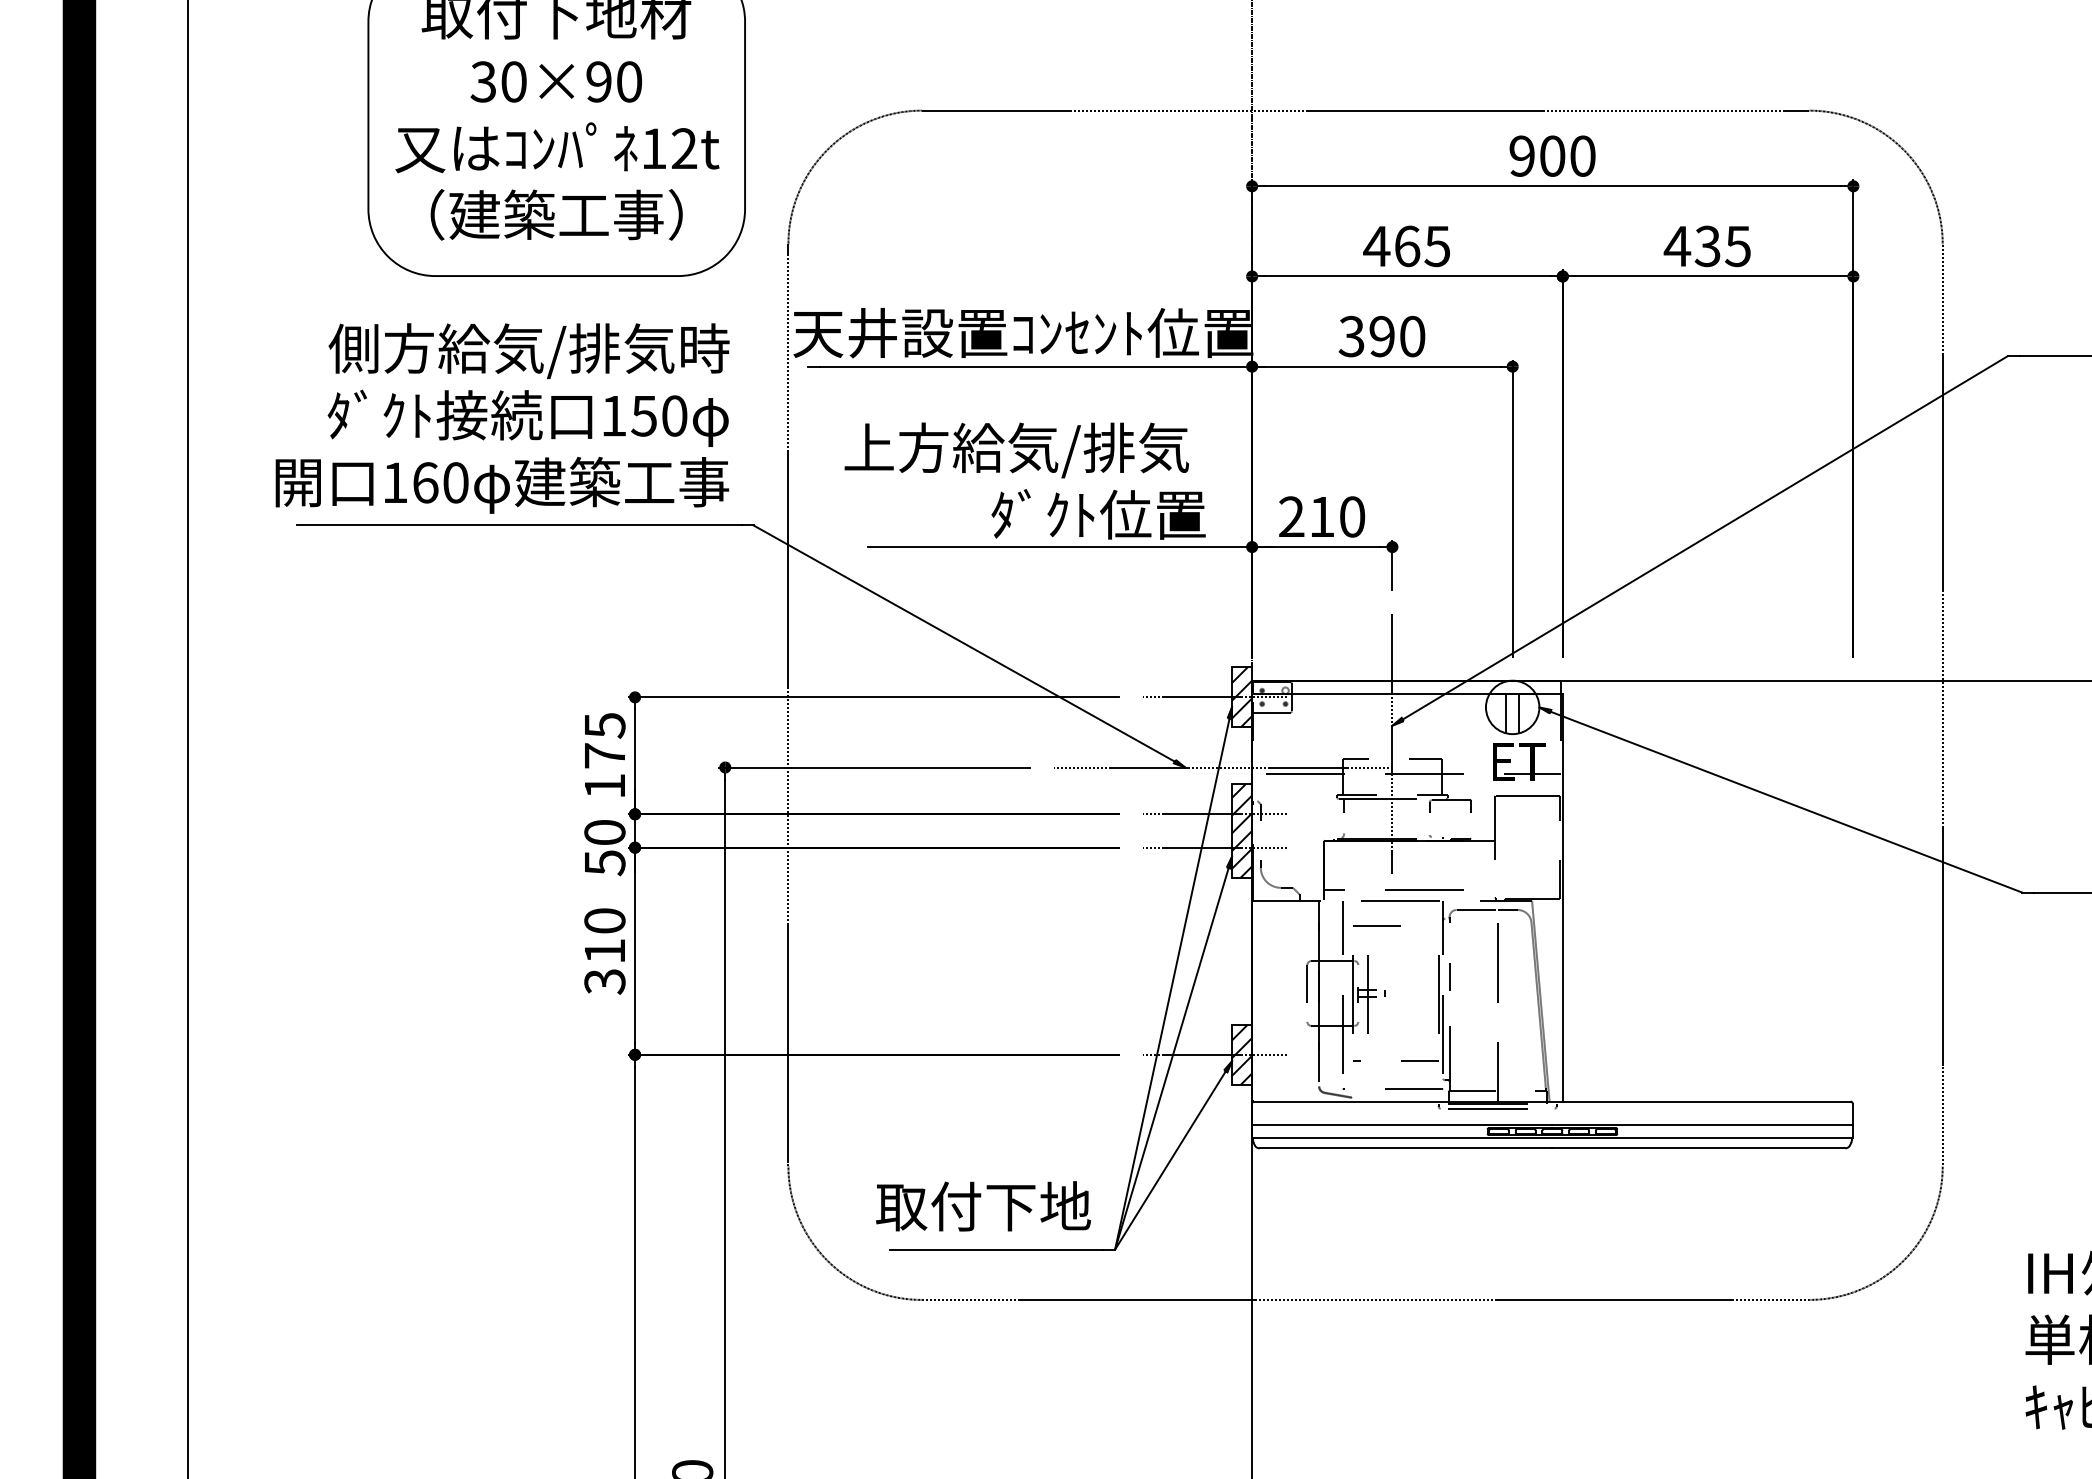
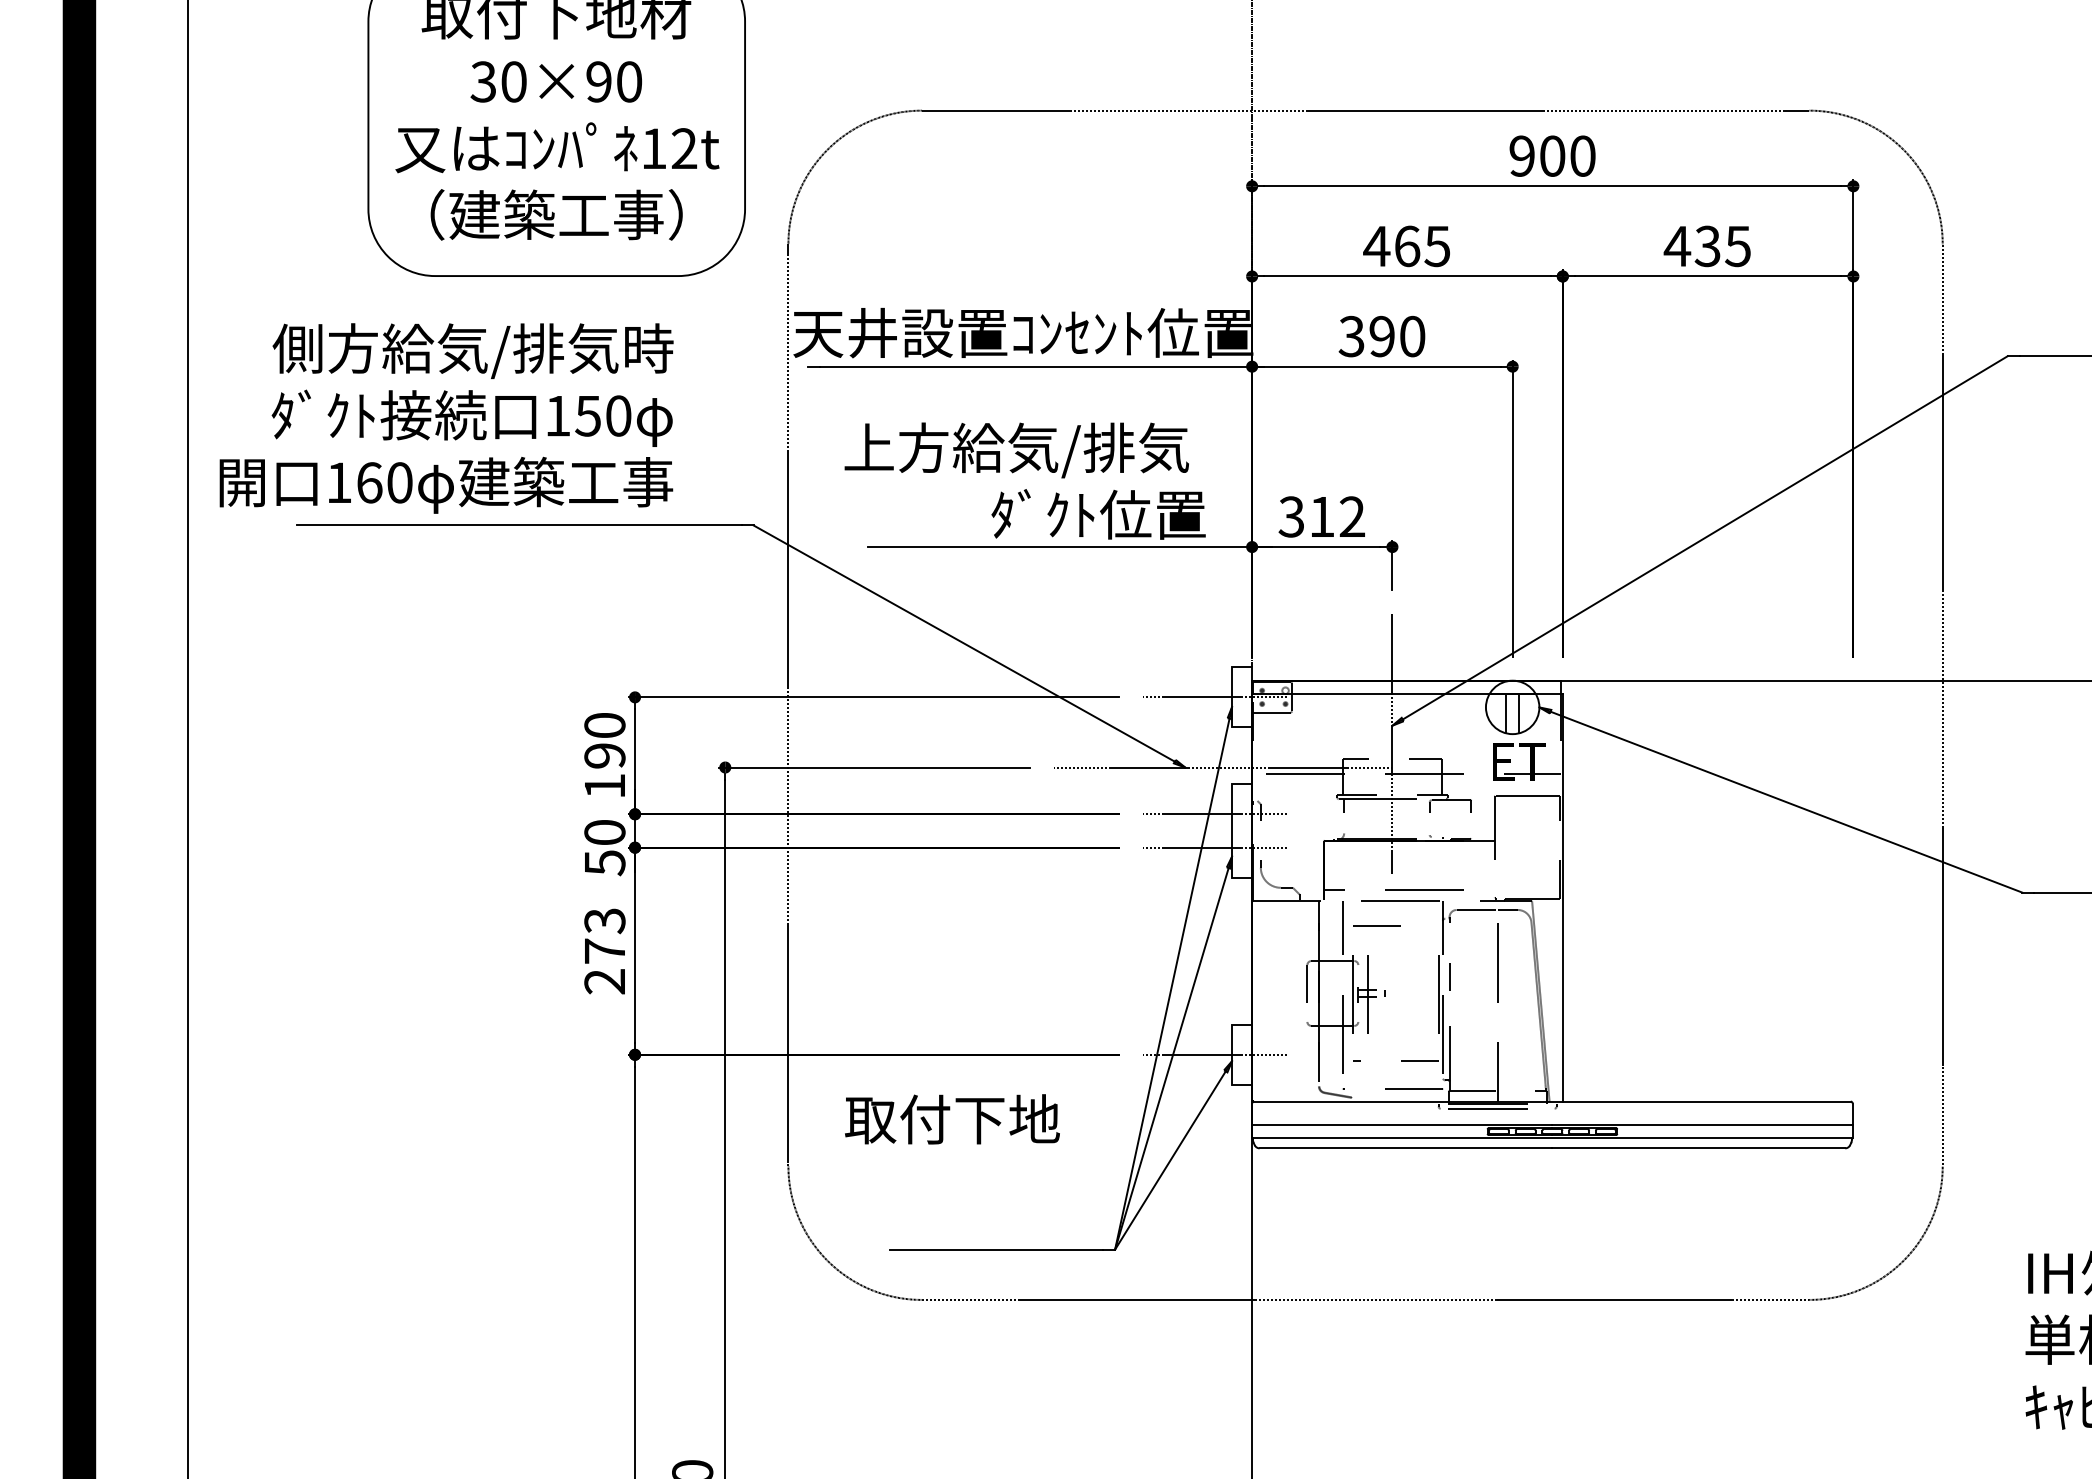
text at (502, 418) position: (502, 418) -> (446, 418)
text at (1321, 516): 210 -> 312
hatch at (1242, 697): present -> none
text at (604, 740): 175 -> 190
hatch at (1242, 830): present -> none
text at (604, 951): 310 -> 273
hatch at (1242, 1054): present -> none
text at (983, 1206) position: (983, 1206) -> (952, 1119)
